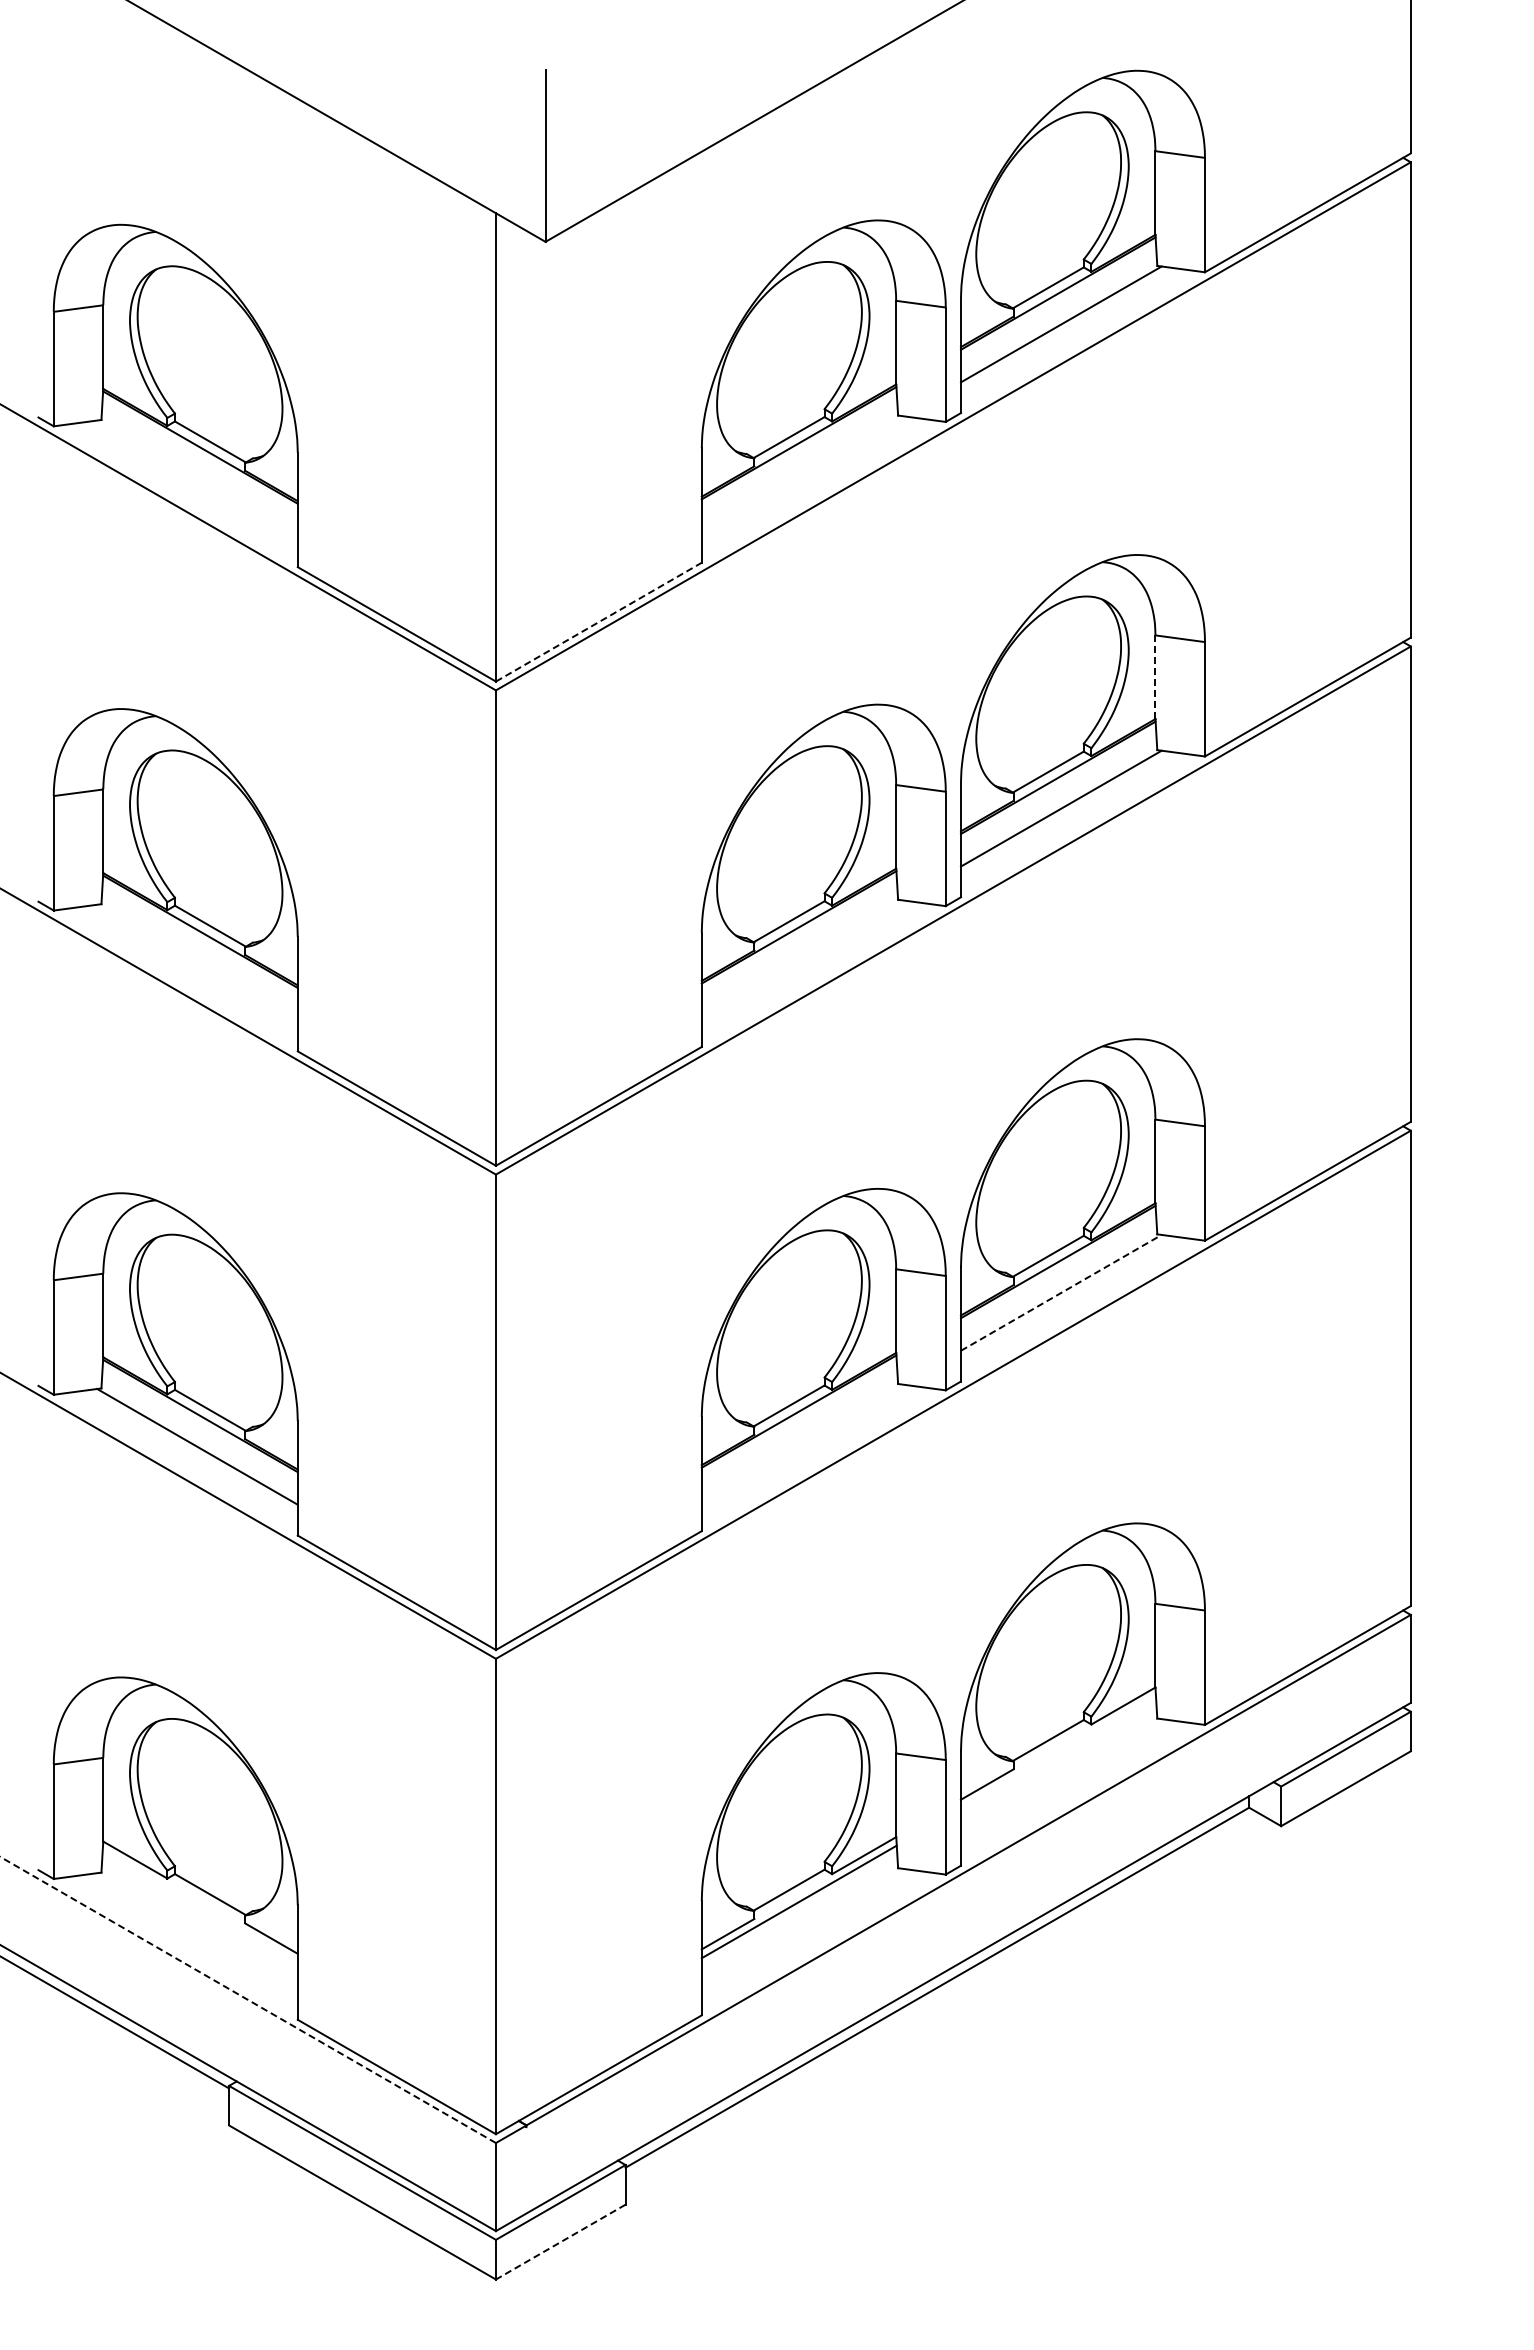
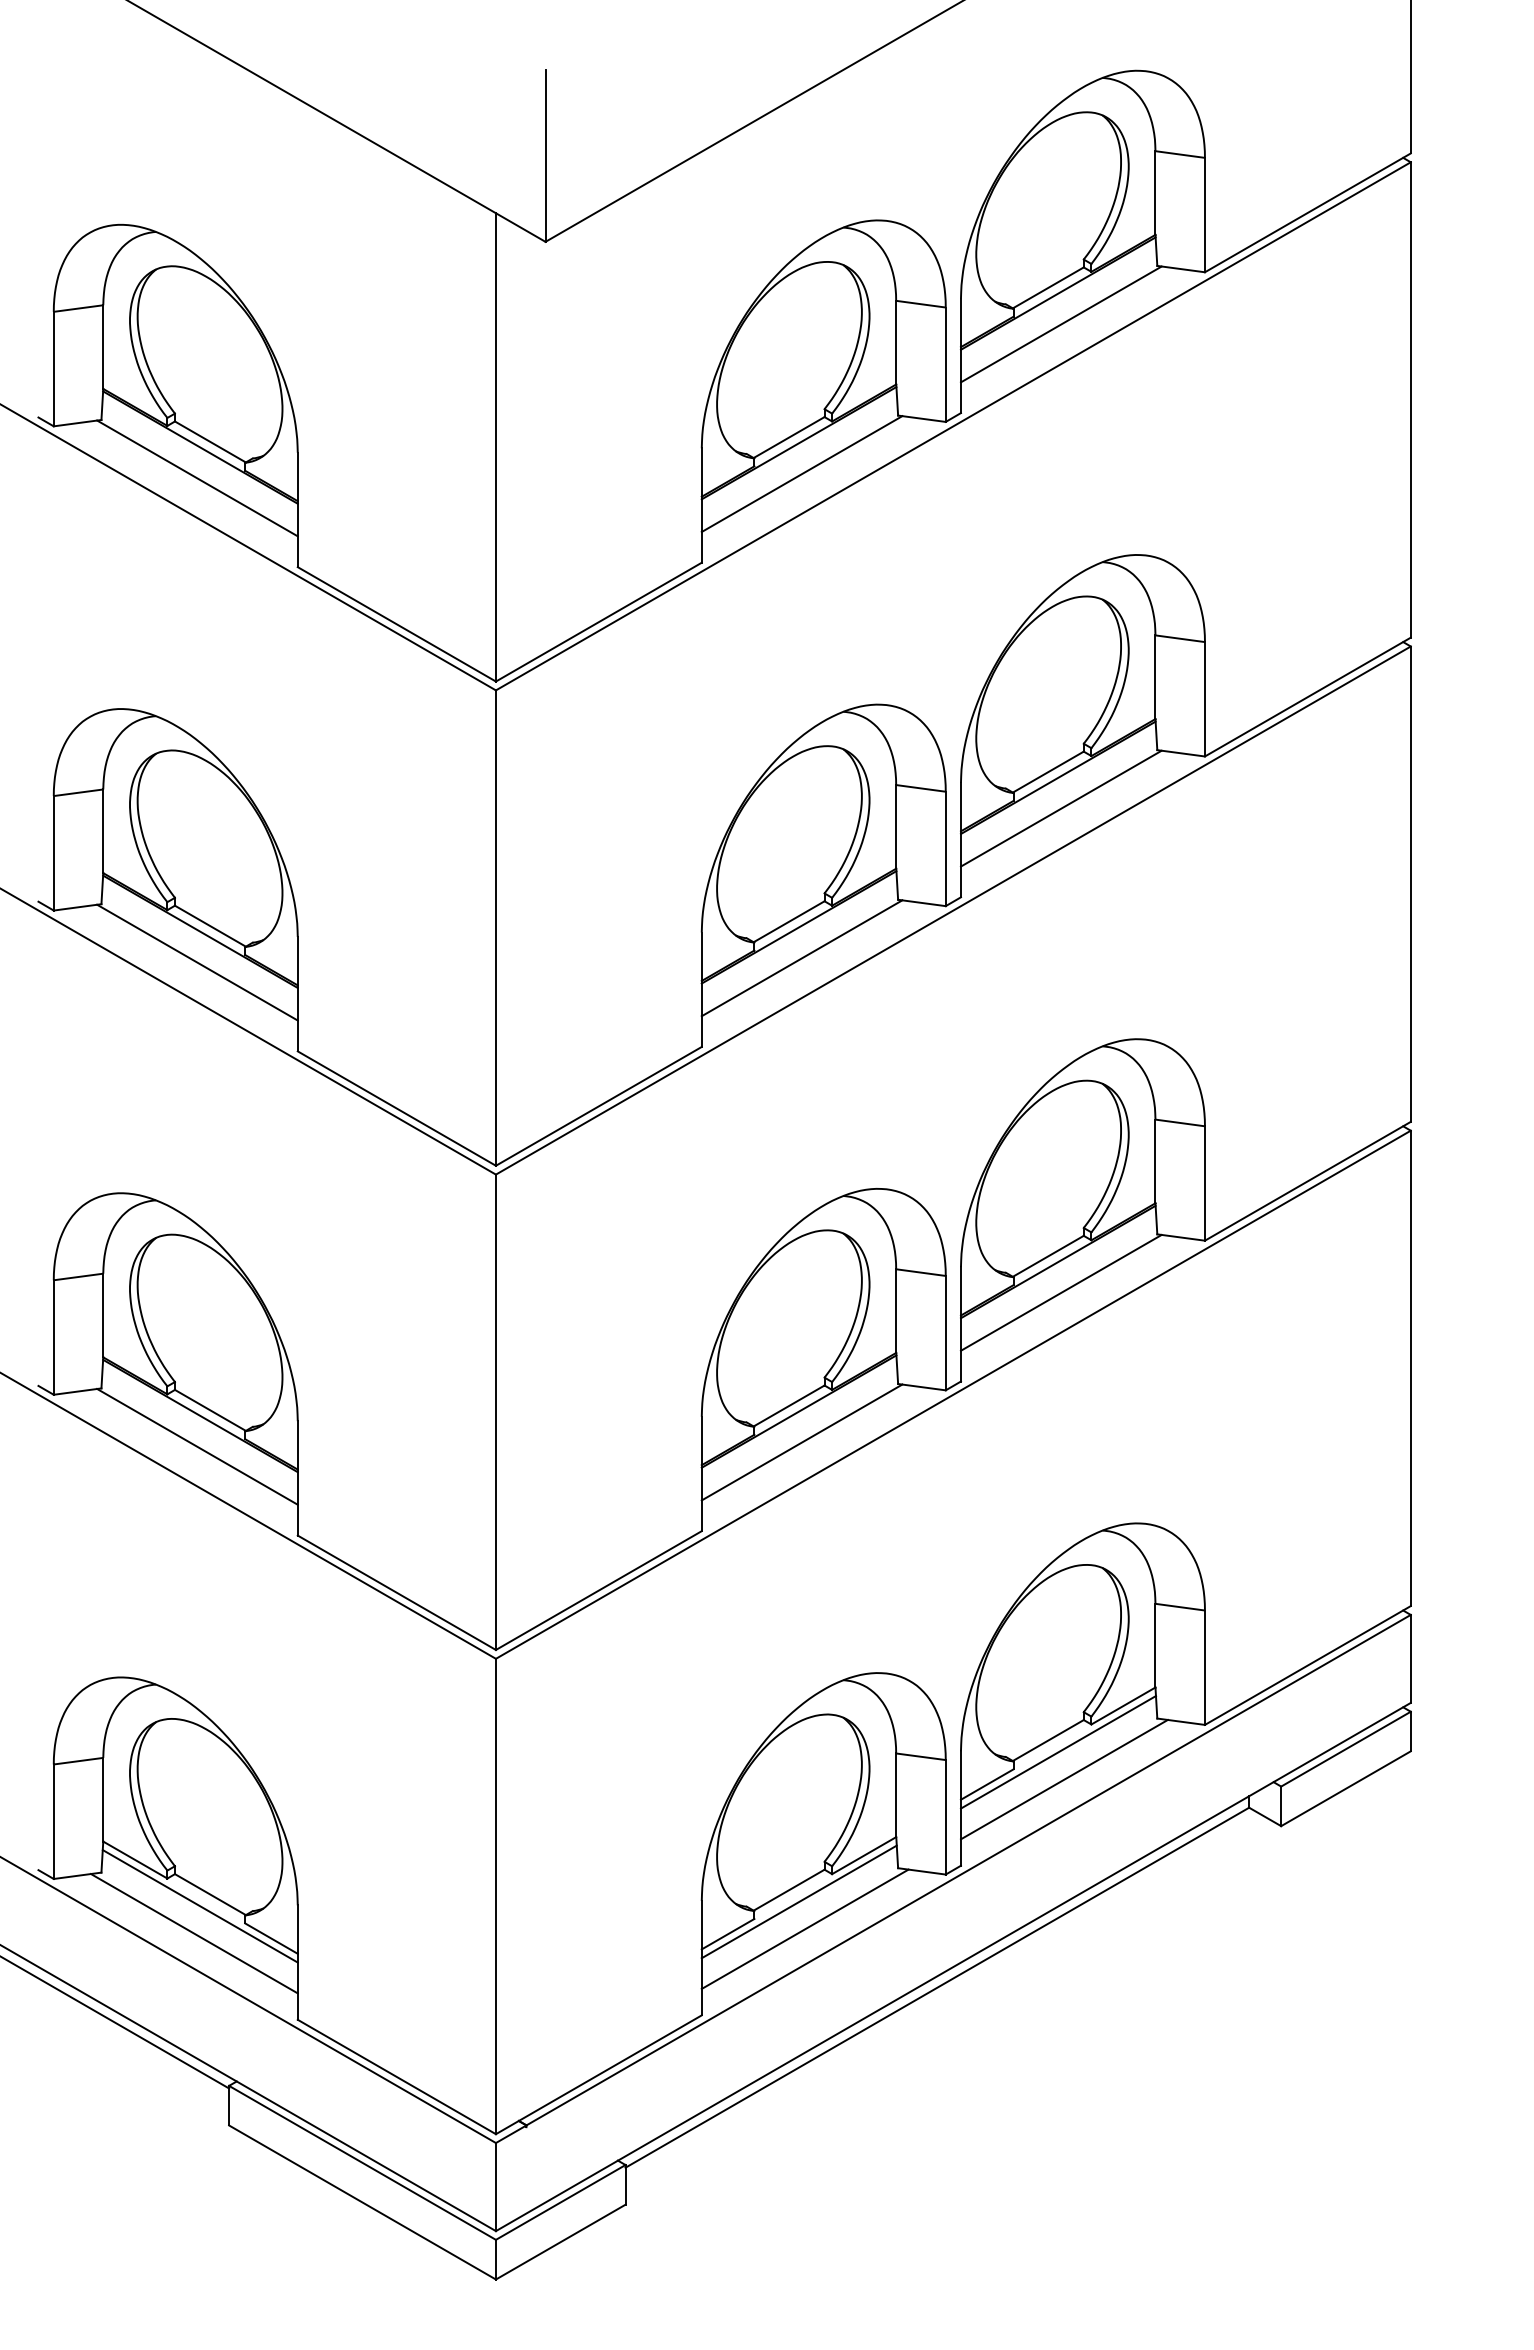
line at (801, 474): none -> present
line at (197, 478): none -> present
line at (598, 622): dashed -> solid
line at (1155, 677): dashed -> solid
line at (801, 958): none -> present
line at (197, 962): none -> present
line at (1061, 1292): dashed -> solid
line at (801, 1442): none -> present
line at (1058, 1752): none -> present
line at (1063, 1779): none -> present
line at (199, 1906): none -> present
line at (804, 1928): none -> present
line at (193, 1933): none -> present
line at (248, 2000): dashed -> solid
line at (560, 2242): dashed -> solid
